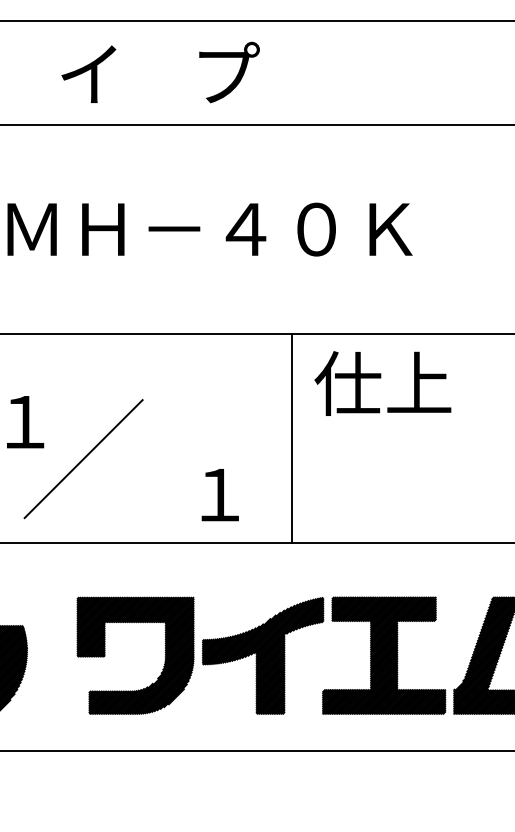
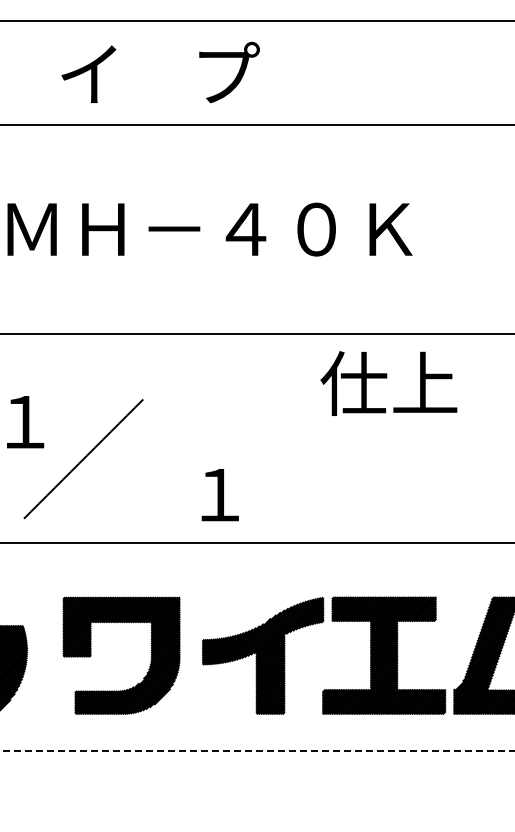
text at (382, 383) position: (382, 383) -> (388, 383)
line at (292, 437): present -> none
part at (164, 654) position: (164, 654) -> (150, 654)
line at (257, 751): solid -> dashed
